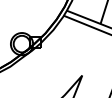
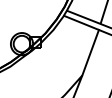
line at (90, 52): none -> present
